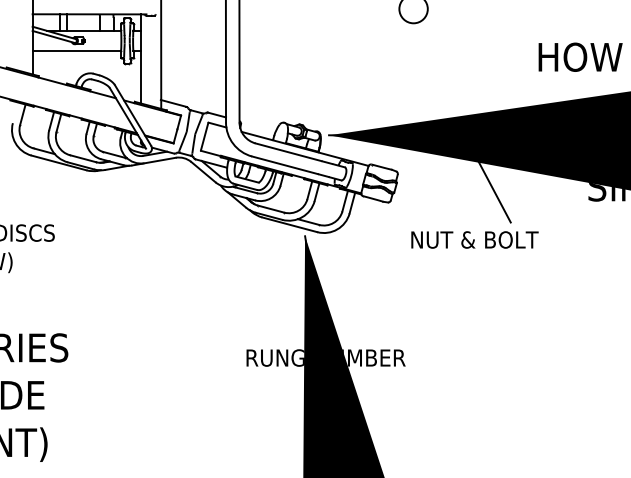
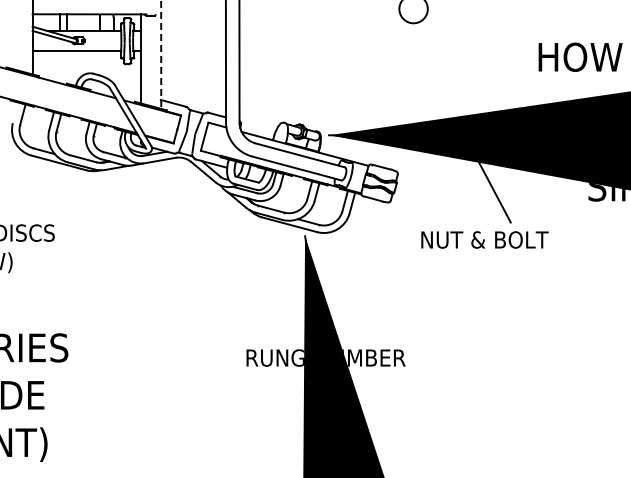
line at (161, 54): solid -> dashed
text at (474, 239) position: (474, 239) -> (484, 239)
